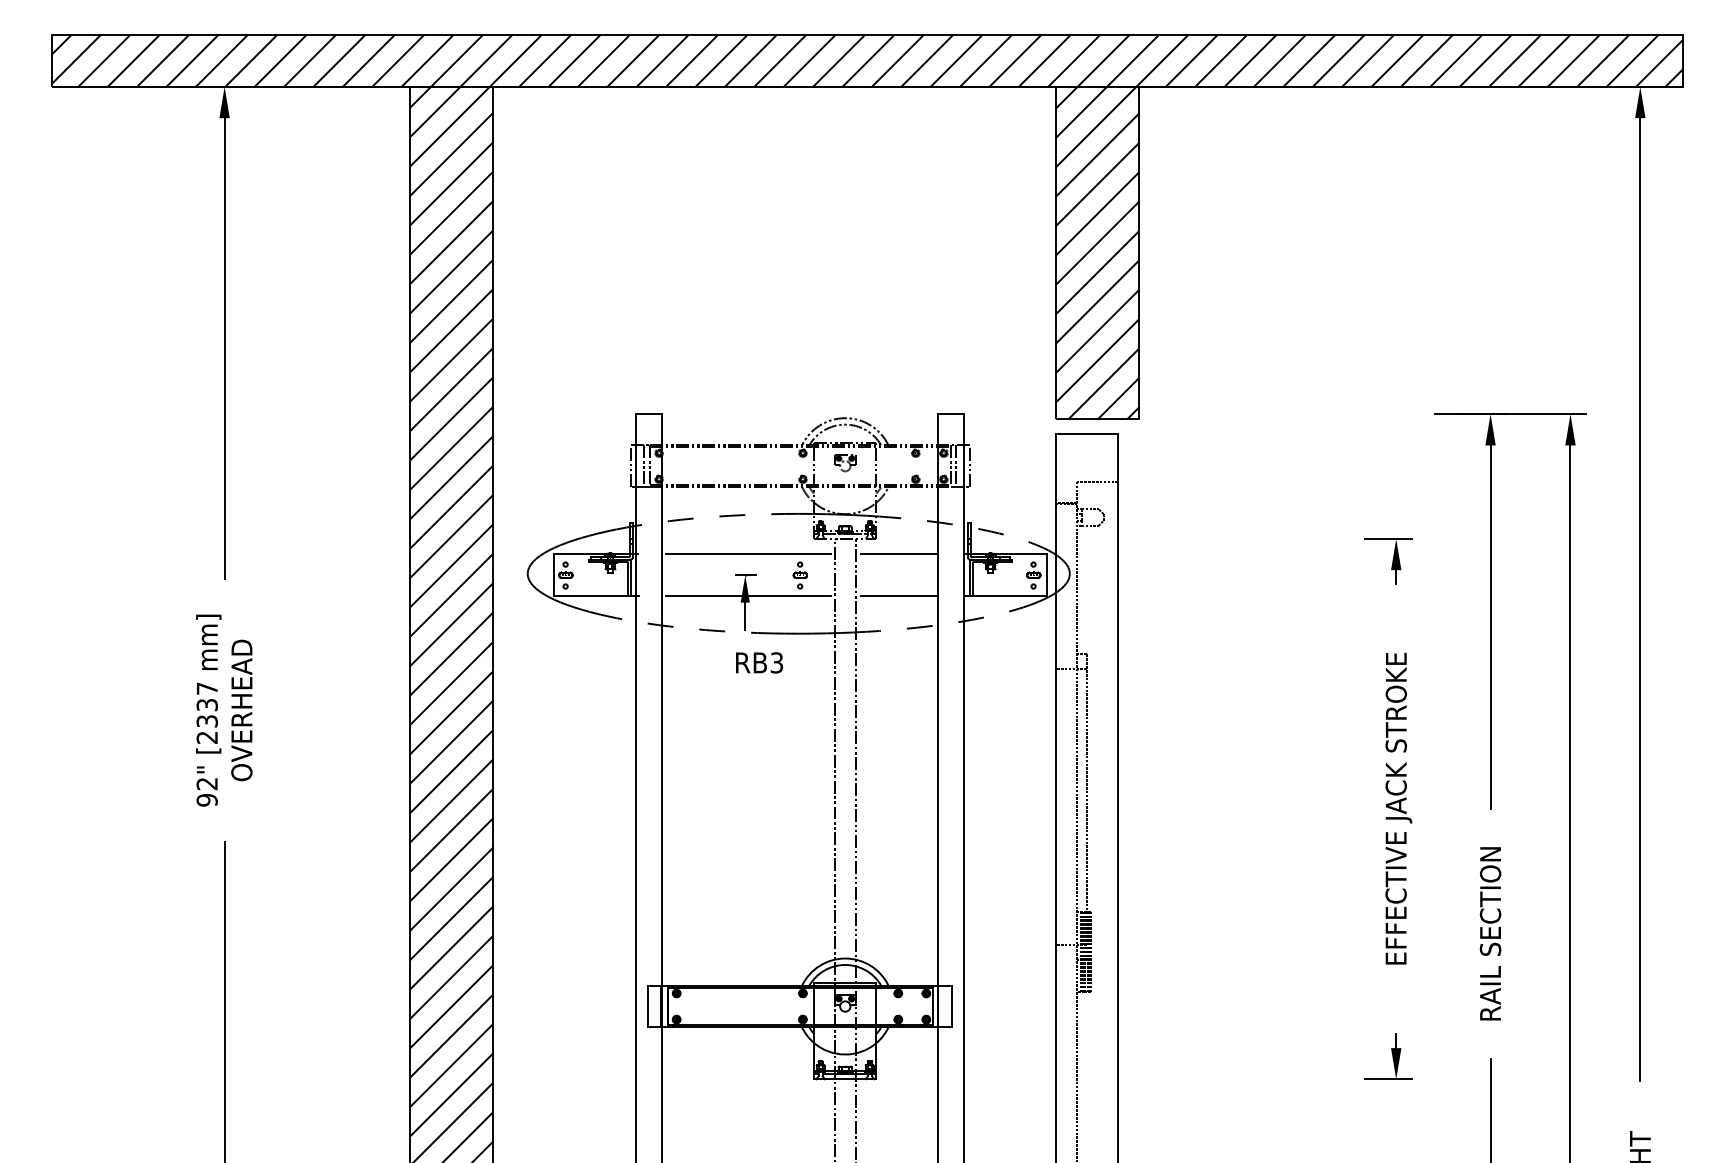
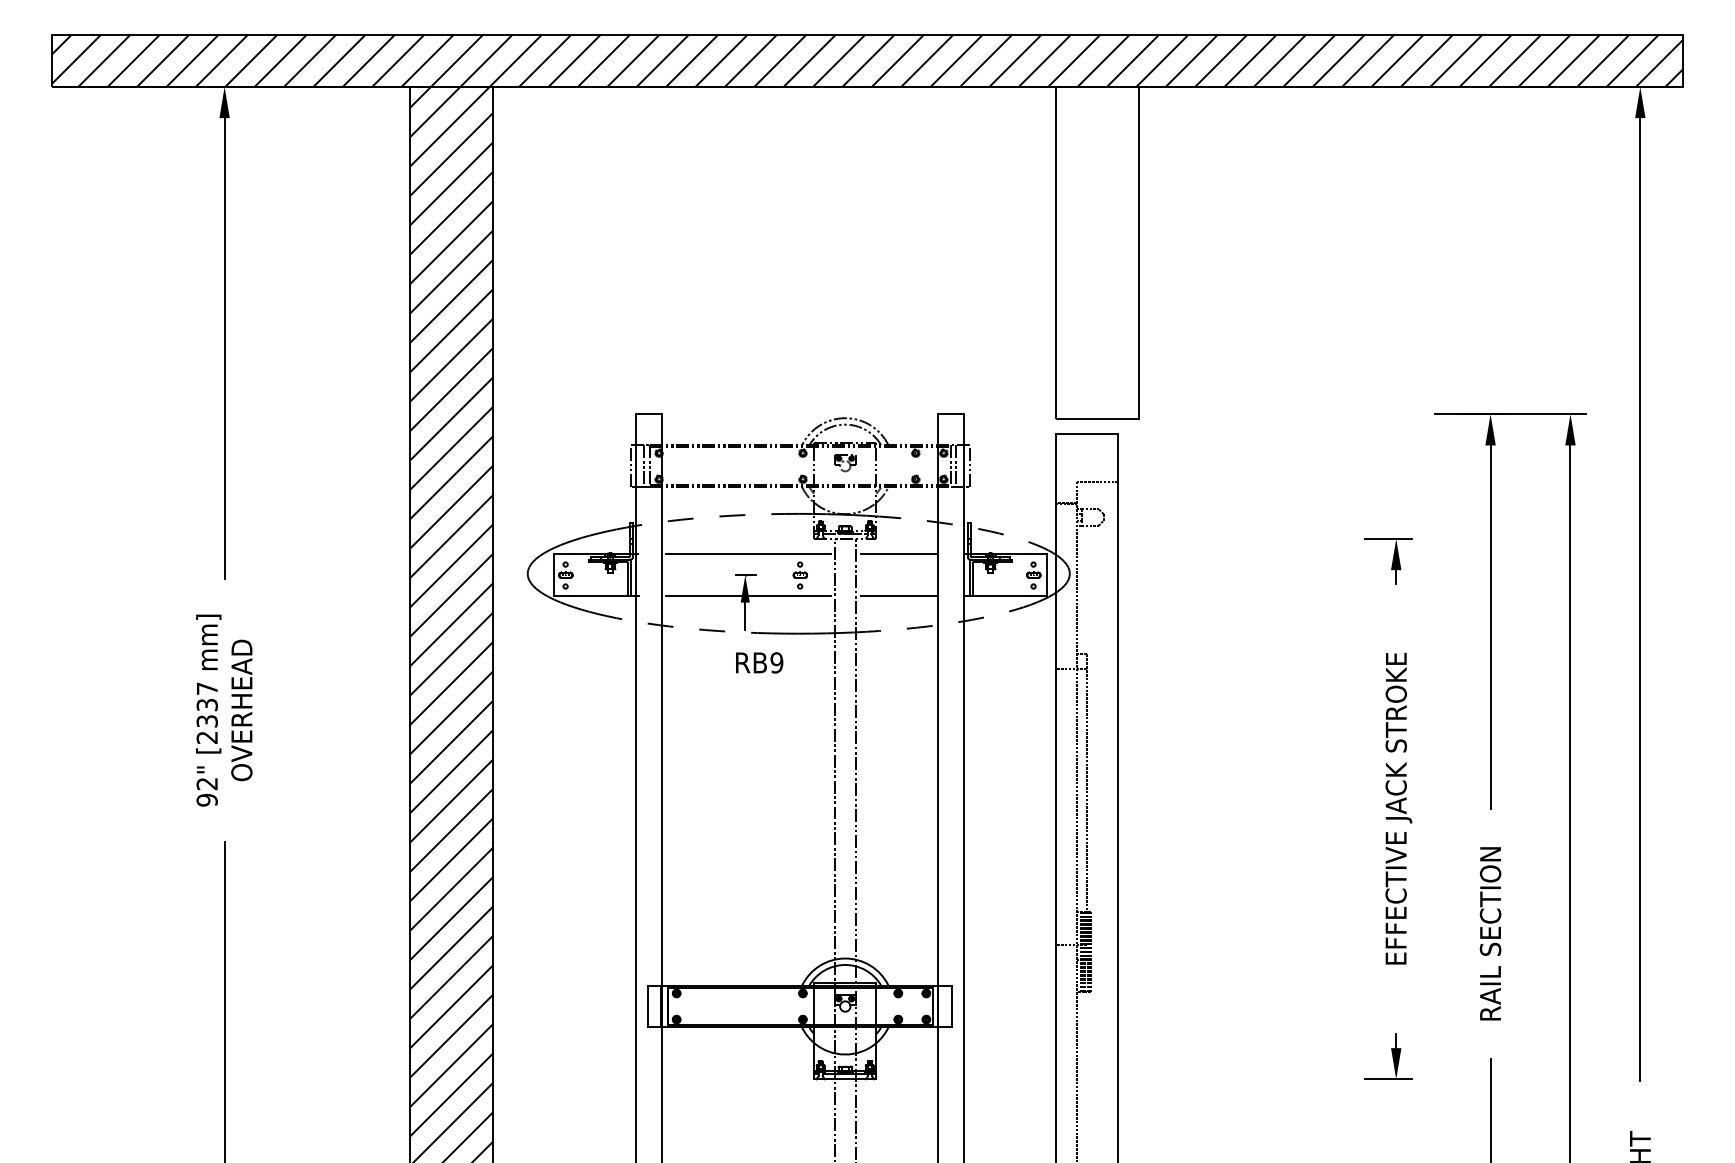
hatch at (1096, 252): present -> none
text at (776, 662): RB3 -> RB9
